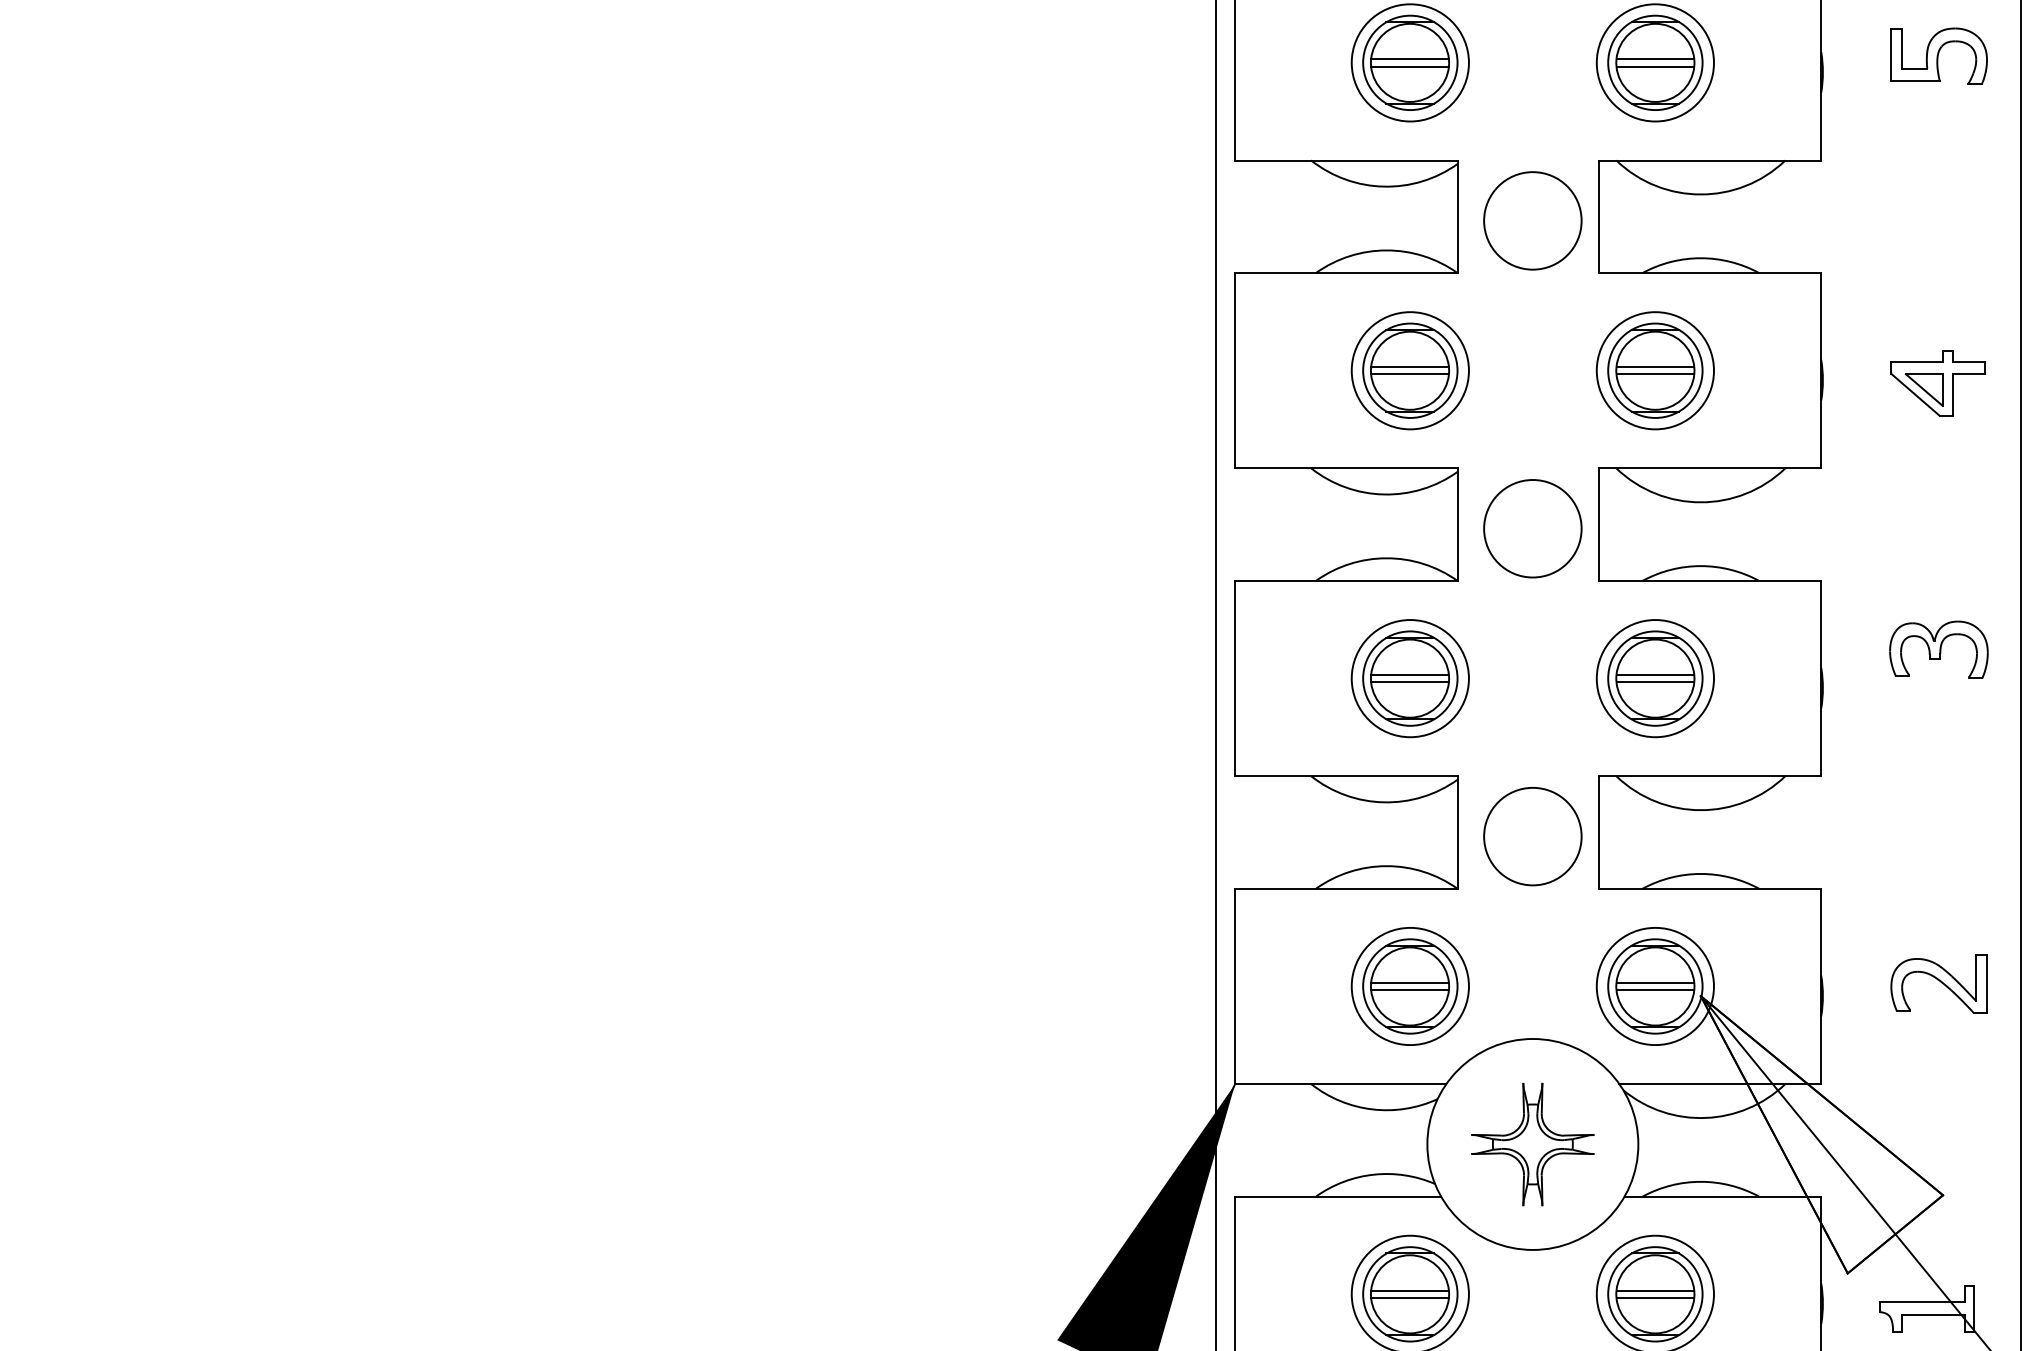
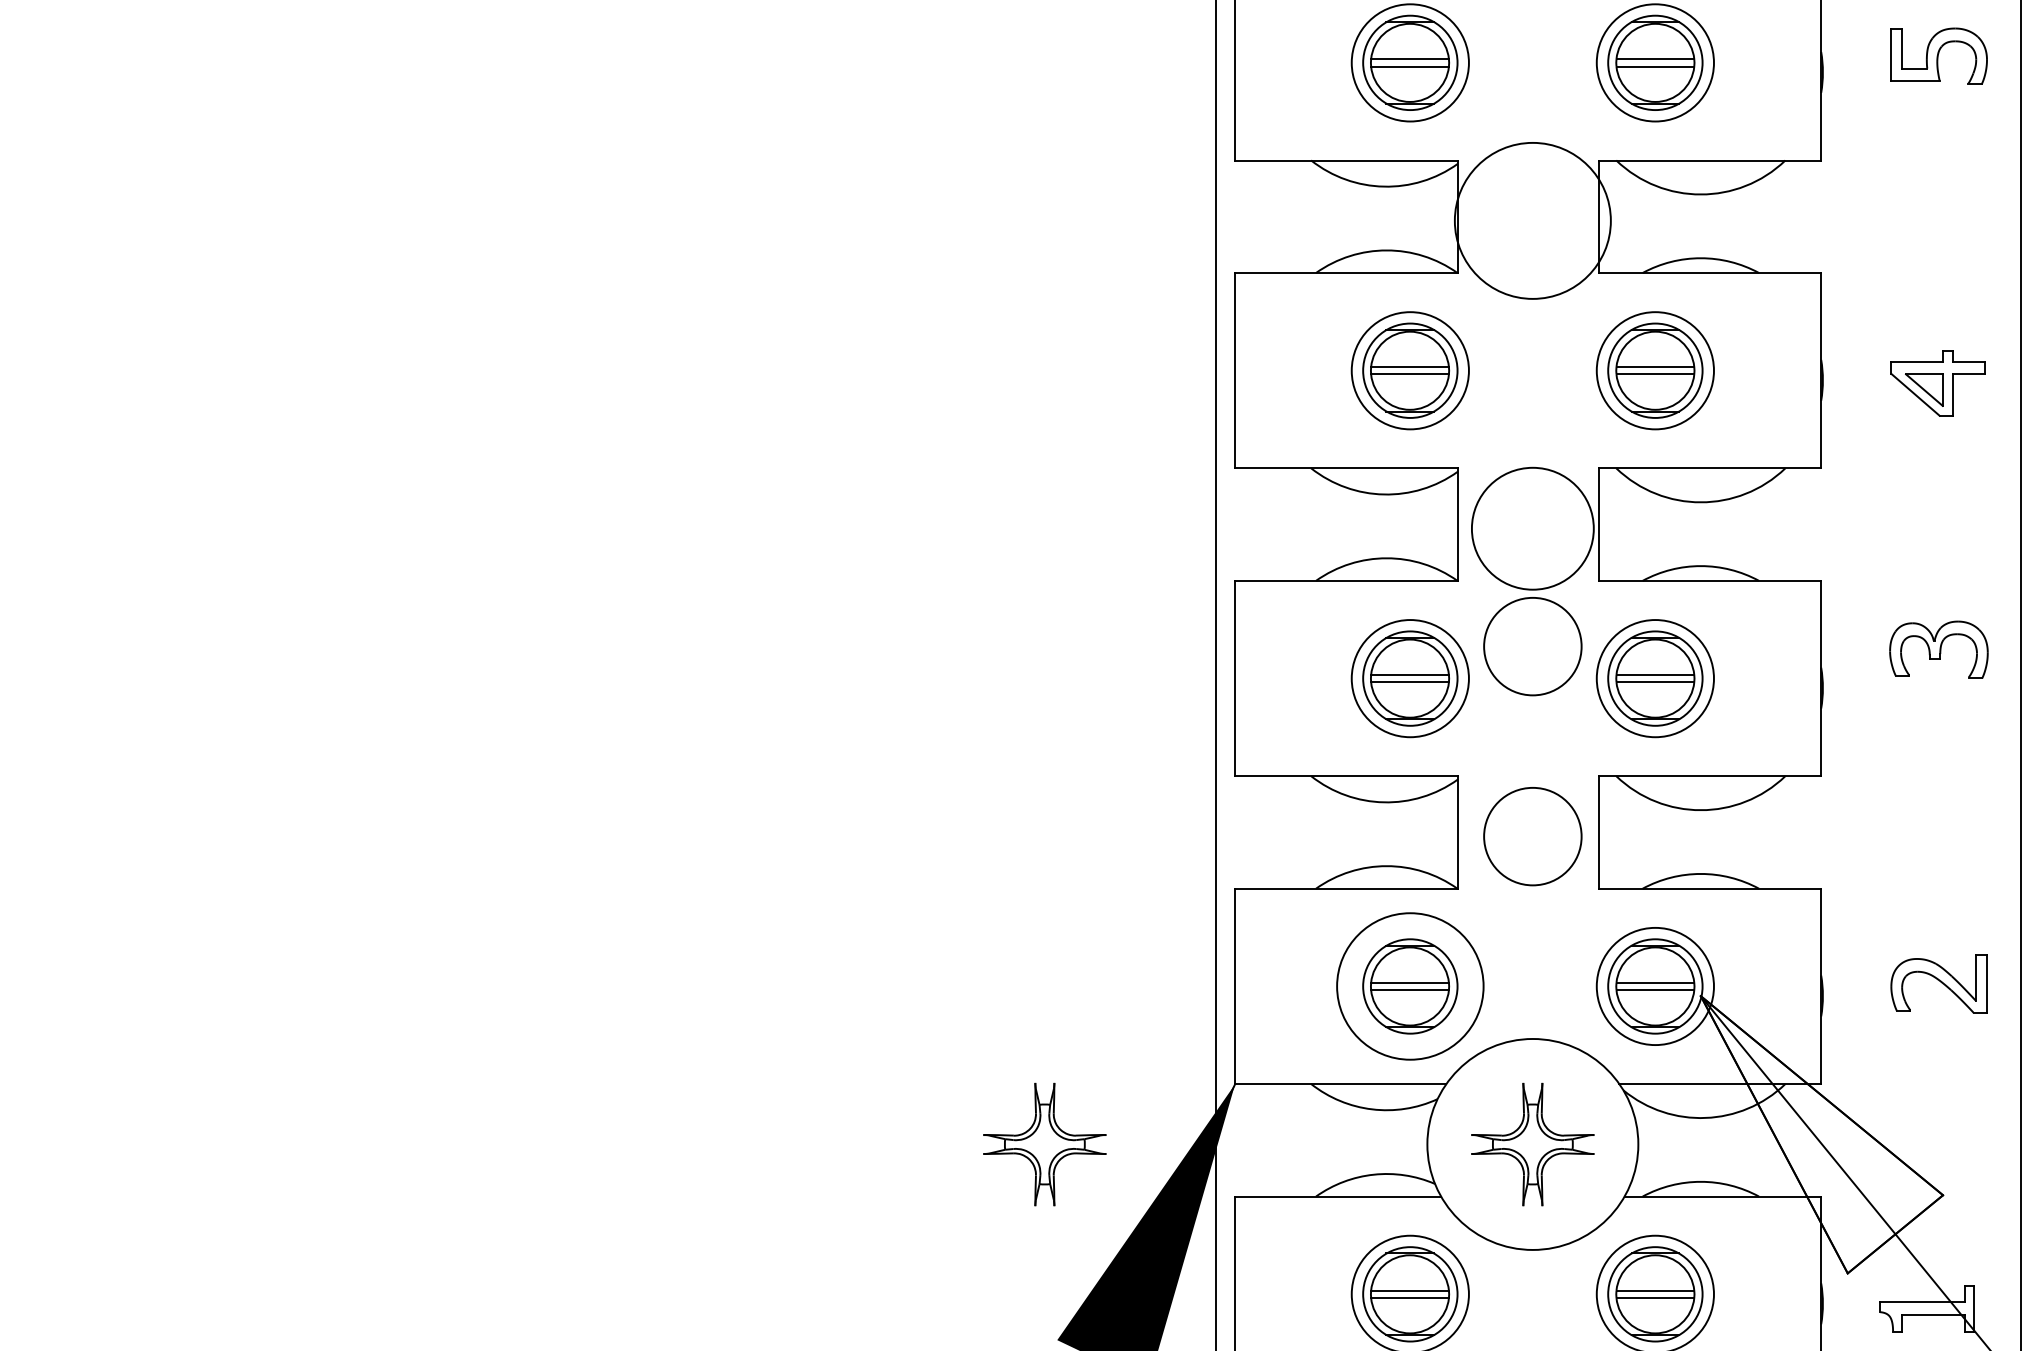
circle at (1532, 220) diameter: 98 px -> 156 px
circle at (1532, 528) diameter: 98 px -> 122 px
circle at (1532, 646): none -> present
circle at (1409, 986) diameter: 117 px -> 147 px
part at (1044, 1144): none -> present
